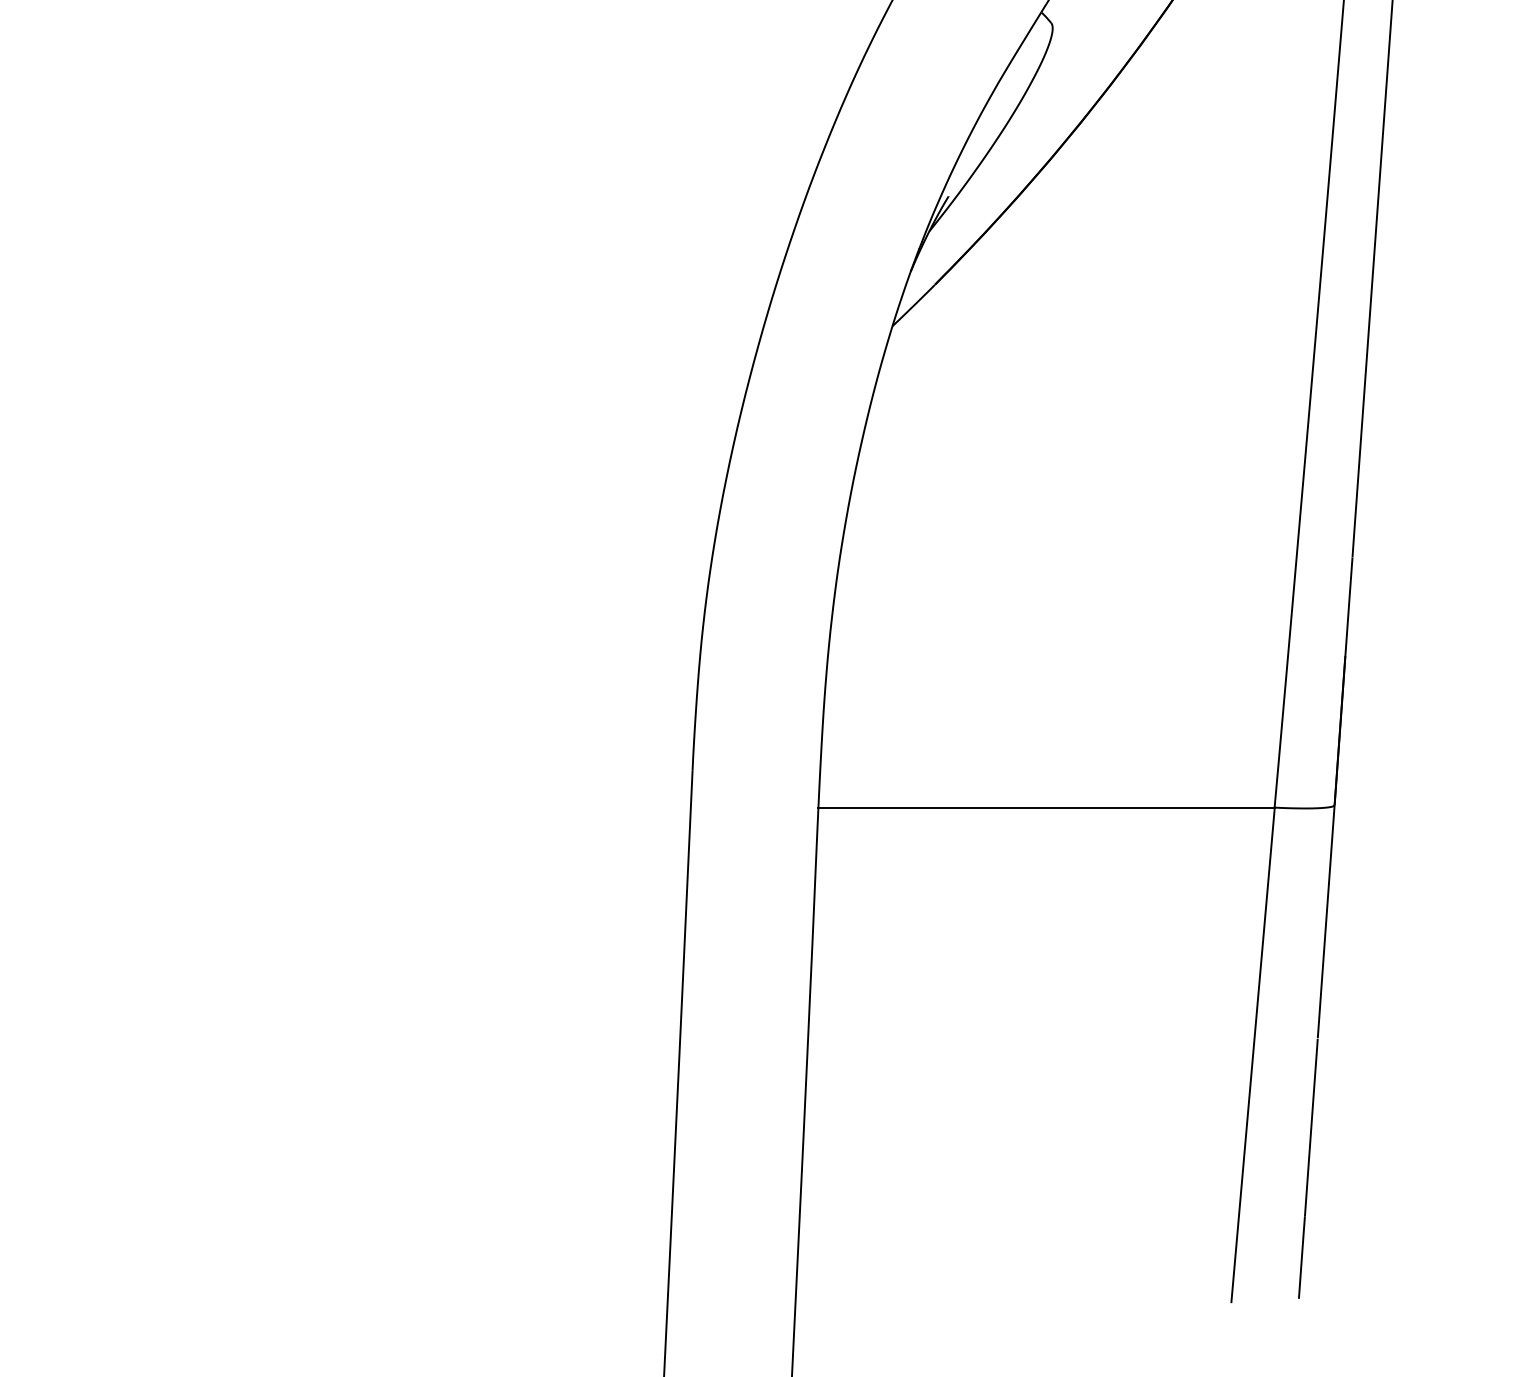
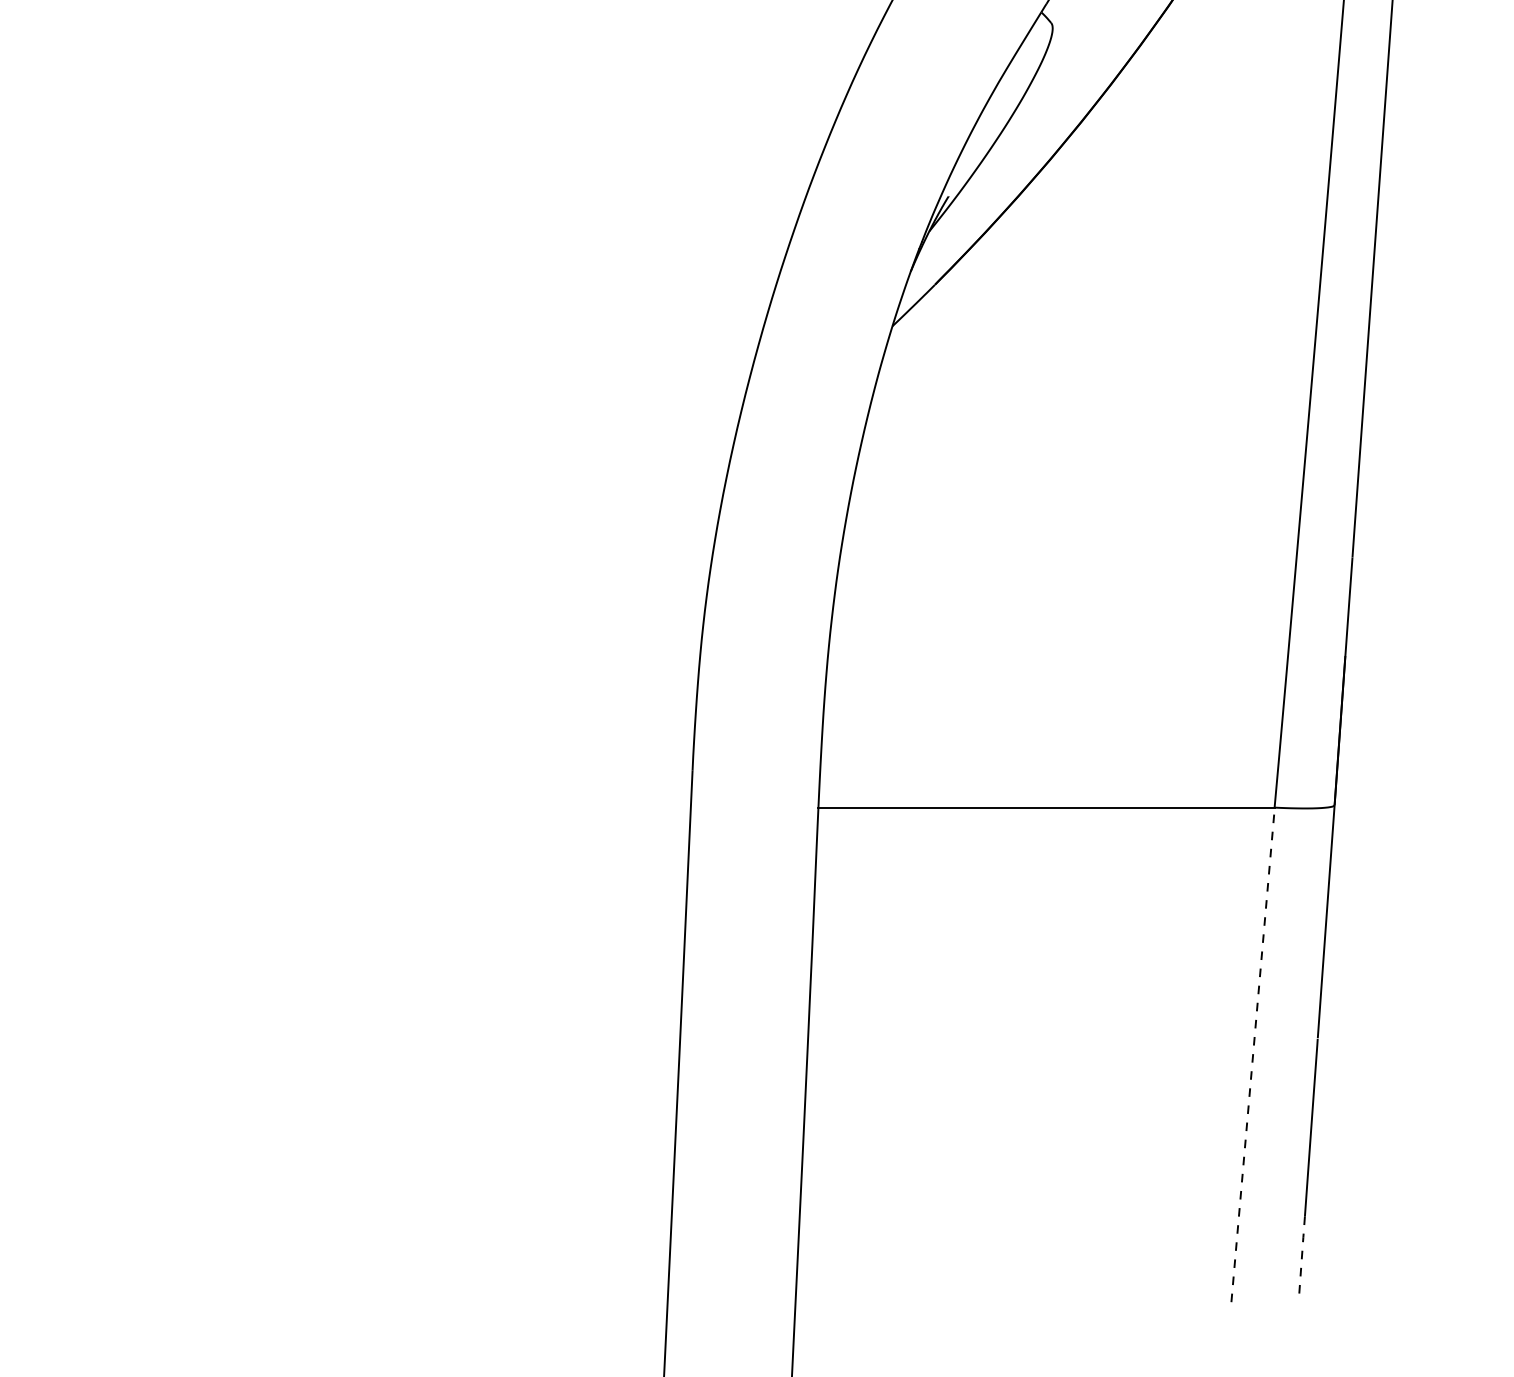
line at (1253, 1054): solid -> dashed
line at (1301, 1257): solid -> dashed
